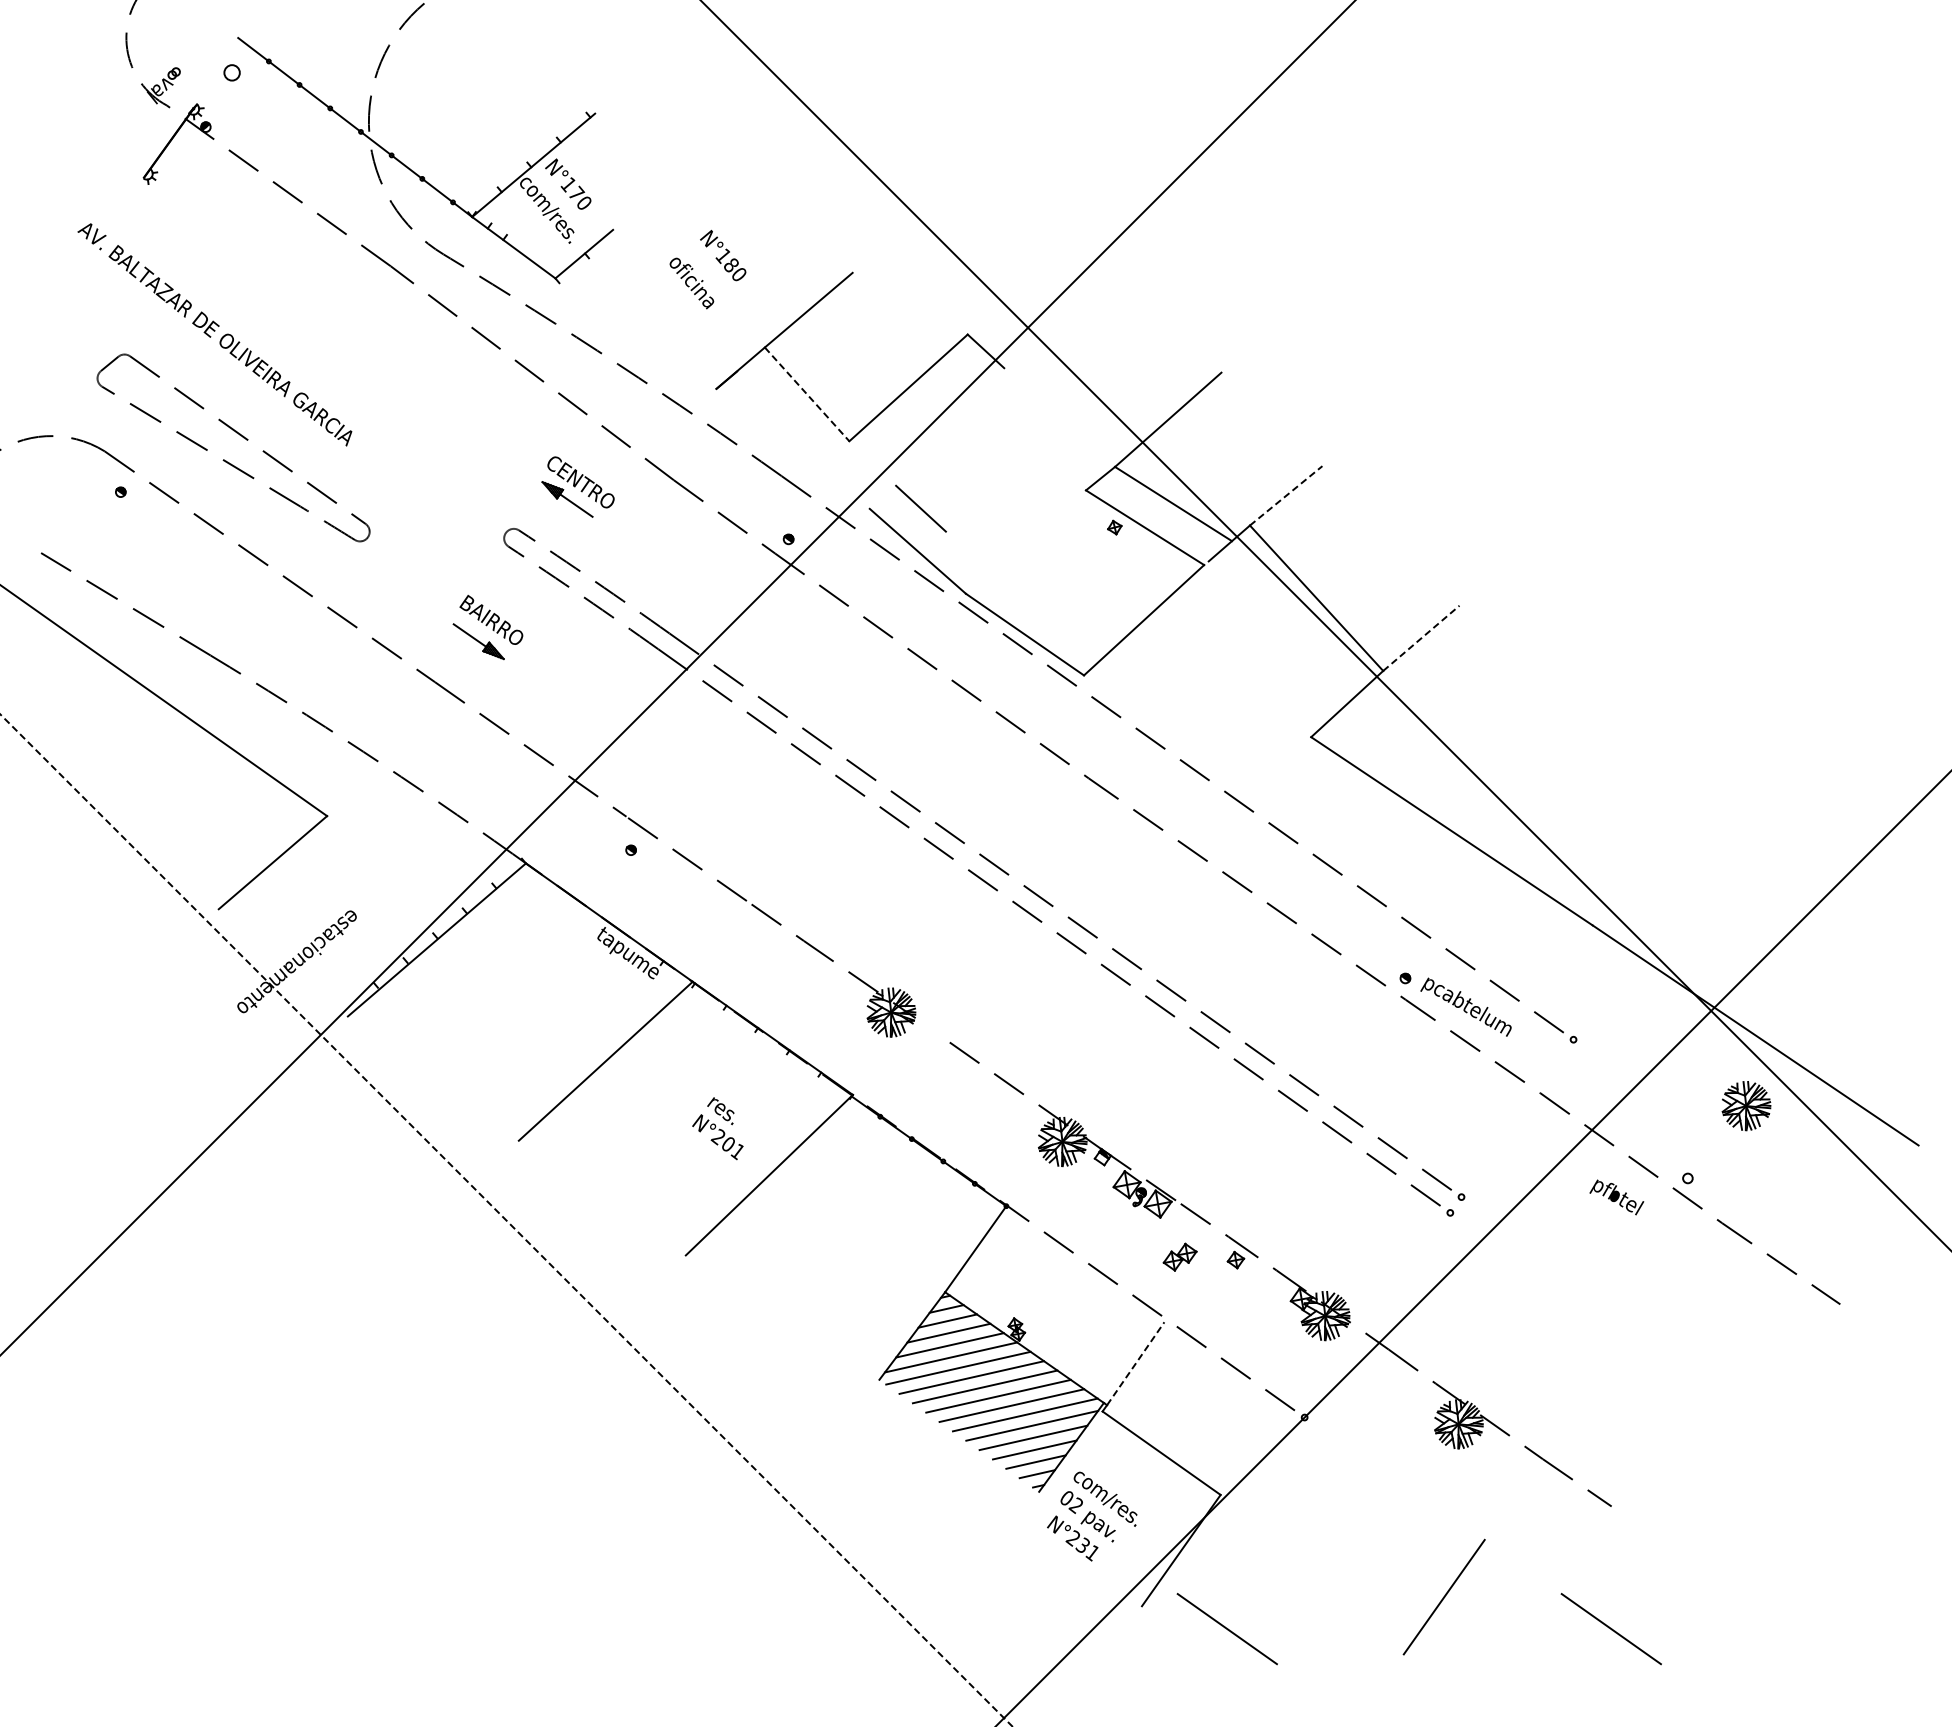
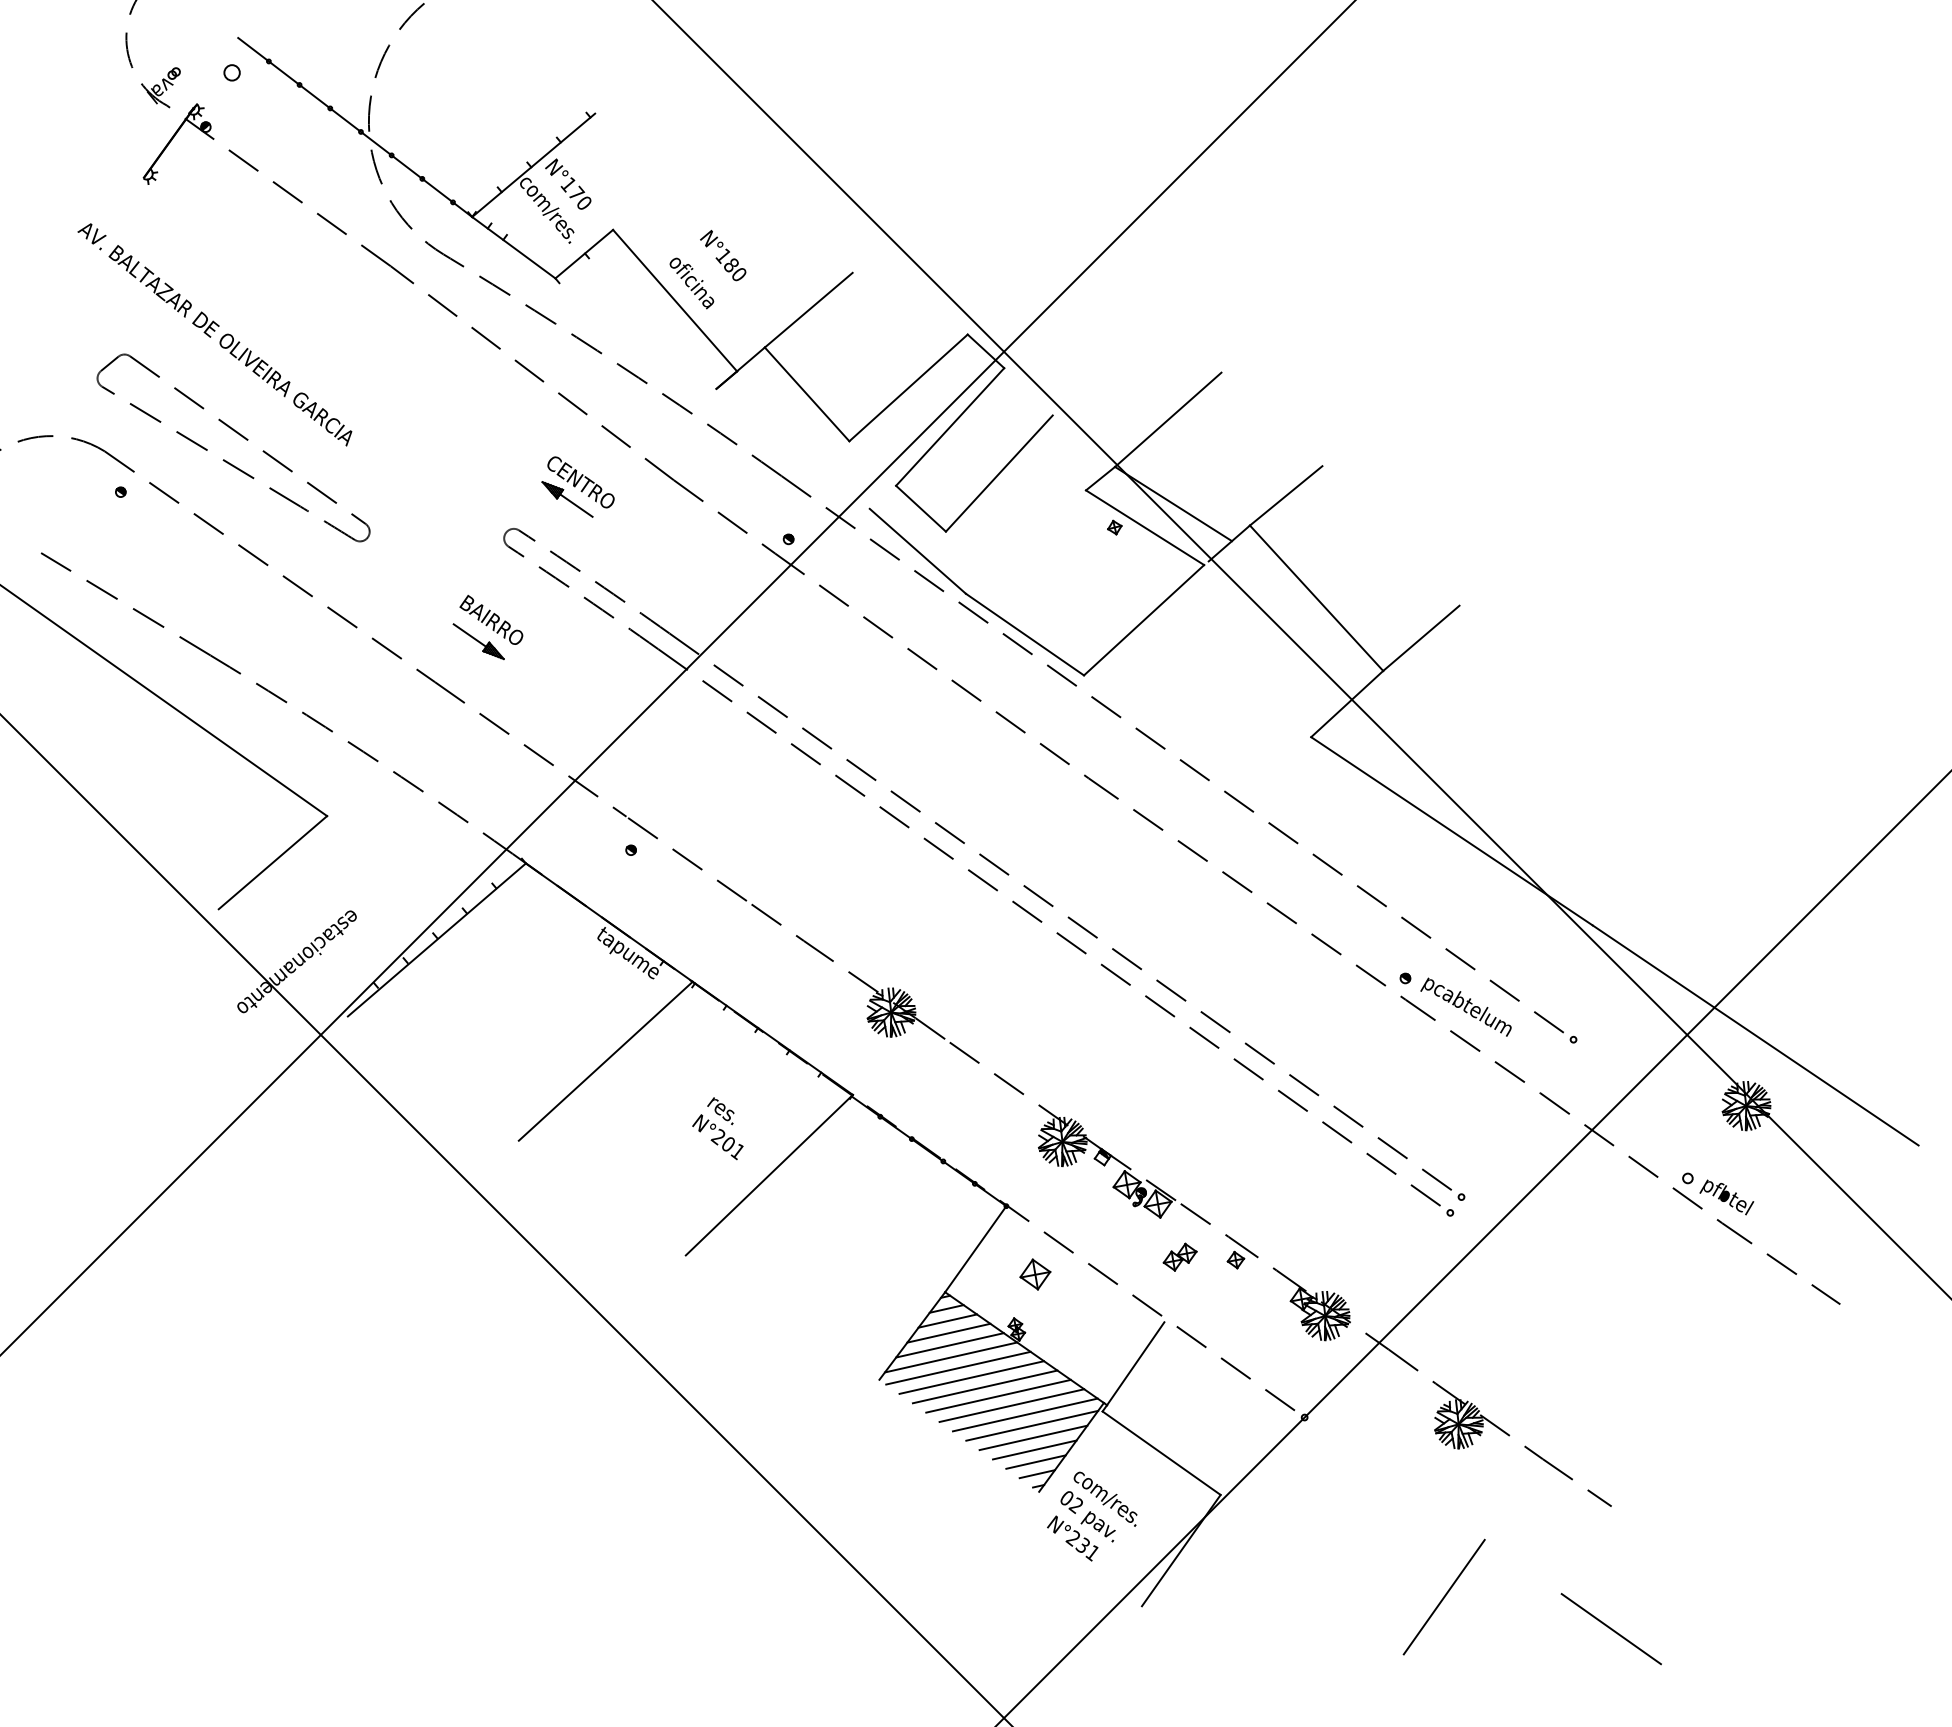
line at (675, 300): none -> present
line at (807, 394): dashed -> solid
line at (950, 426): none -> present
line at (998, 473): none -> present
line at (1286, 495): dashed -> solid
line at (1325, 625) position: (1325, 625) -> (1301, 649)
line at (1421, 638): dashed -> solid
line at (932, 1030): none -> present
text at (1616, 1197) position: (1616, 1197) -> (1726, 1197)
line at (506, 1220): dashed -> solid
part at (1035, 1274): none -> present
line at (1136, 1363): dashed -> solid
line at (1226, 1629): present -> none
